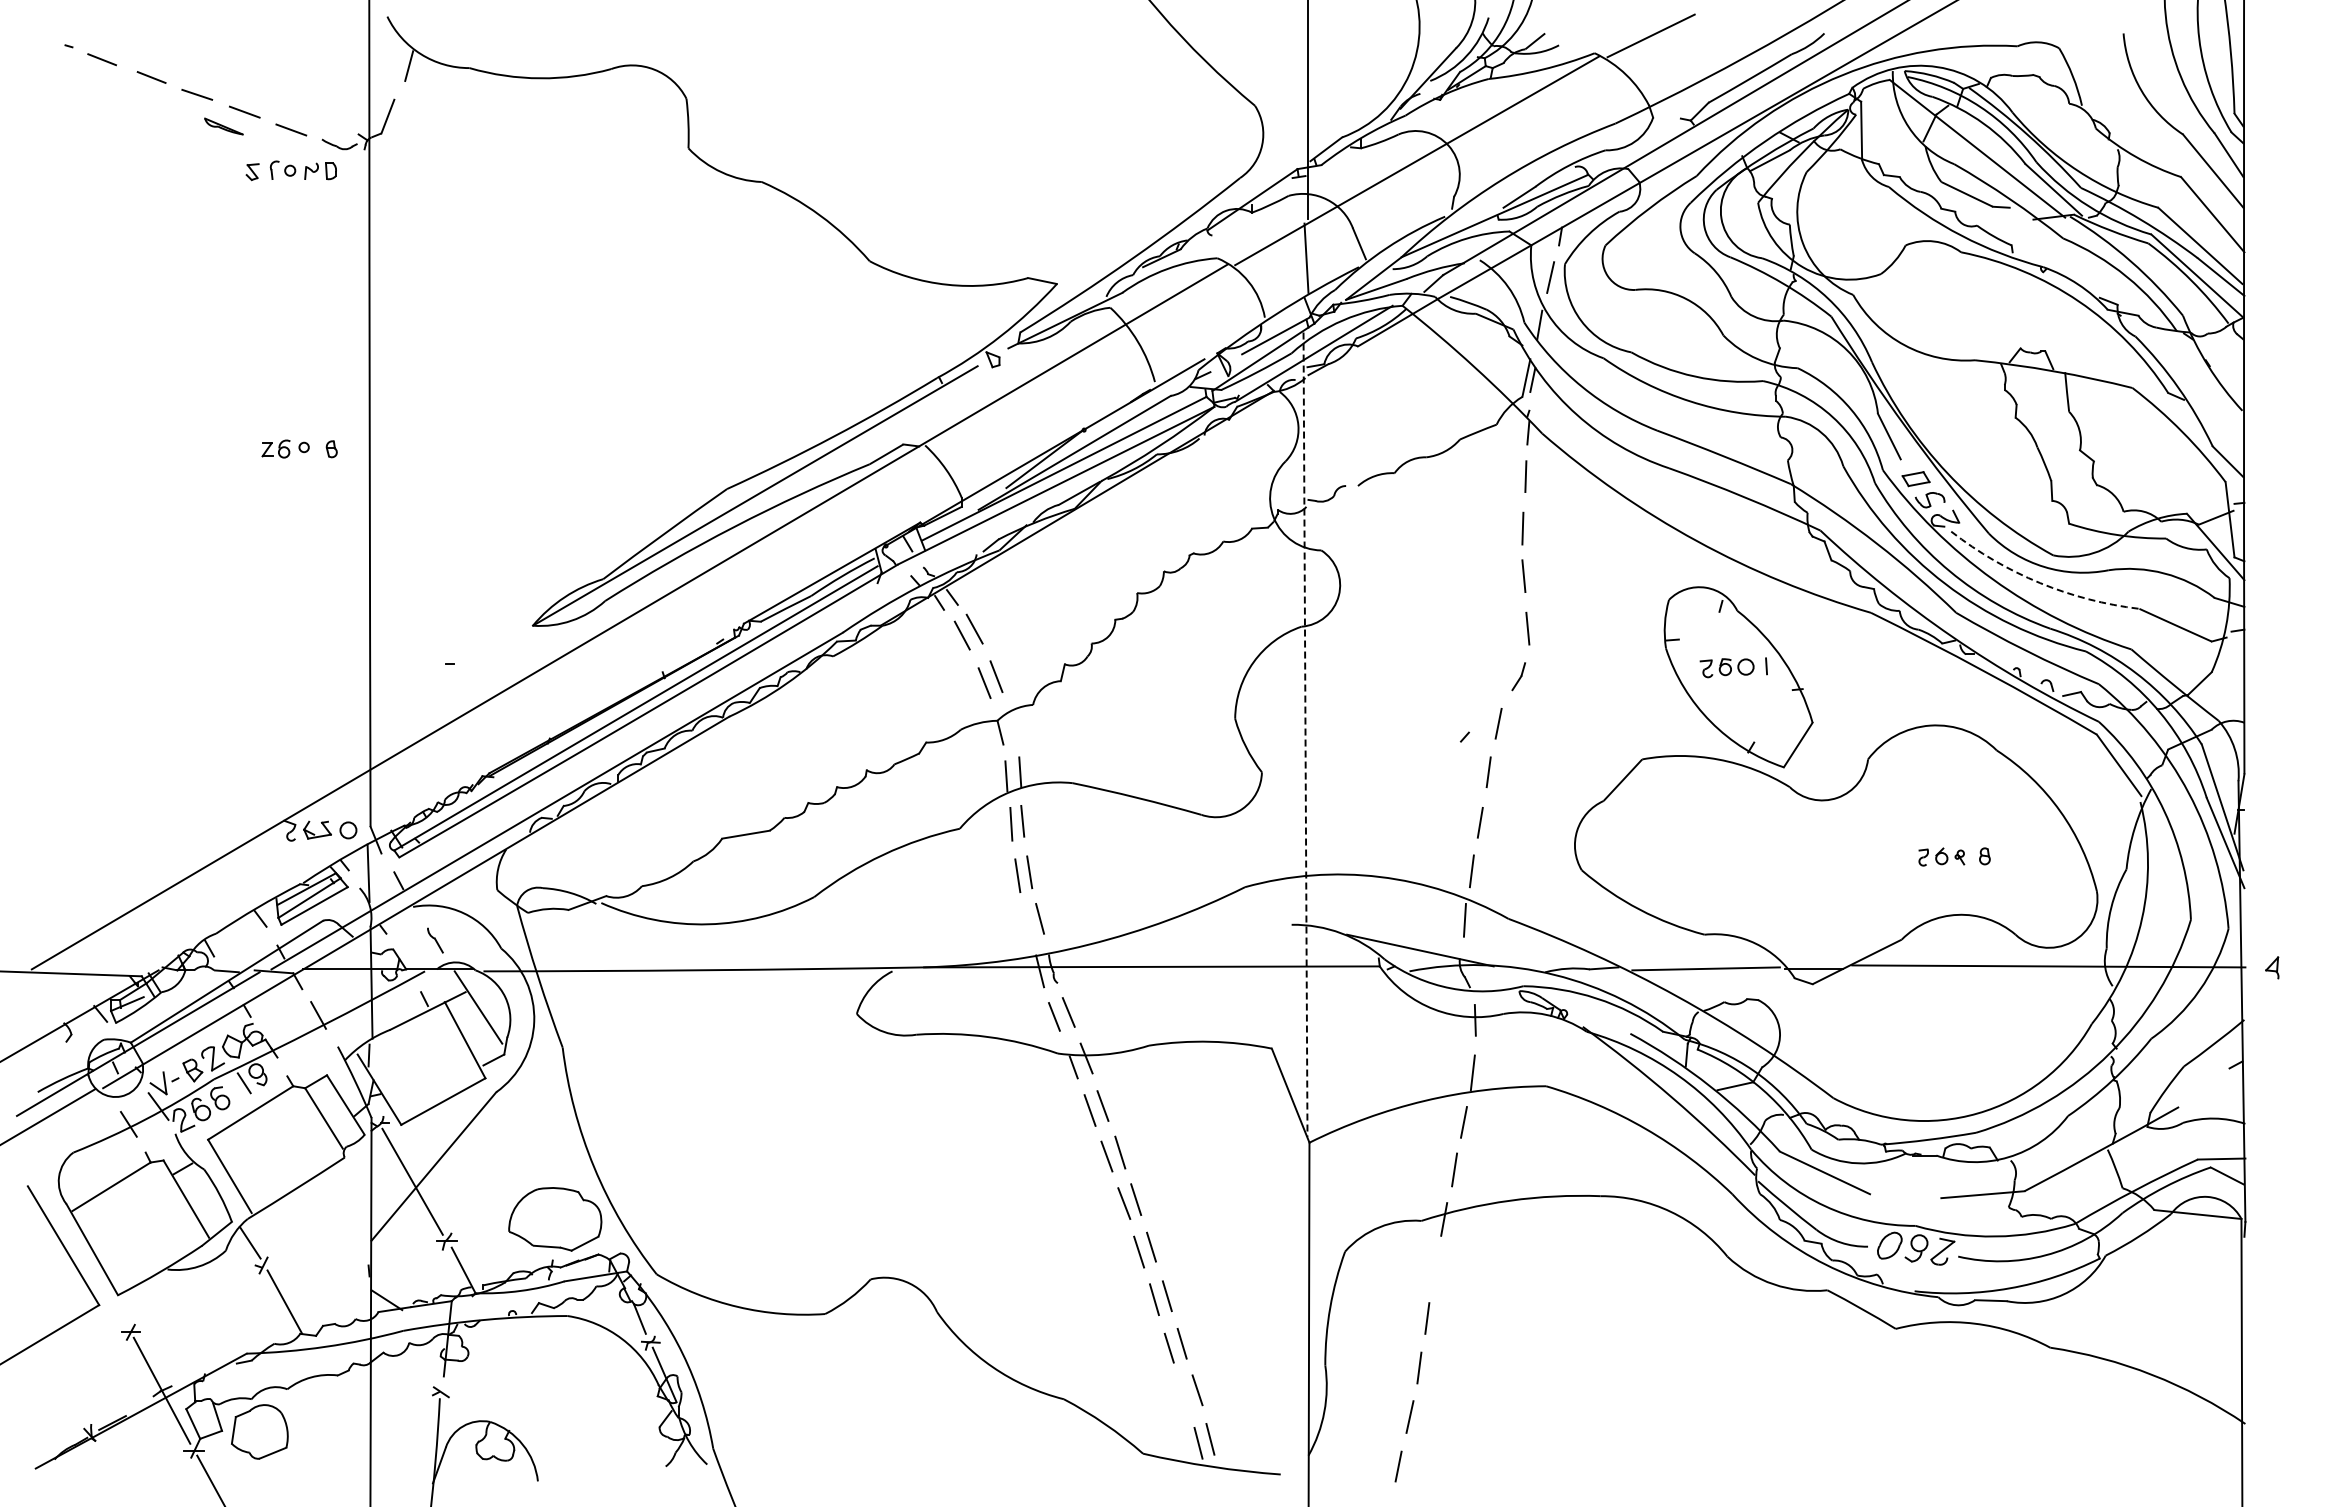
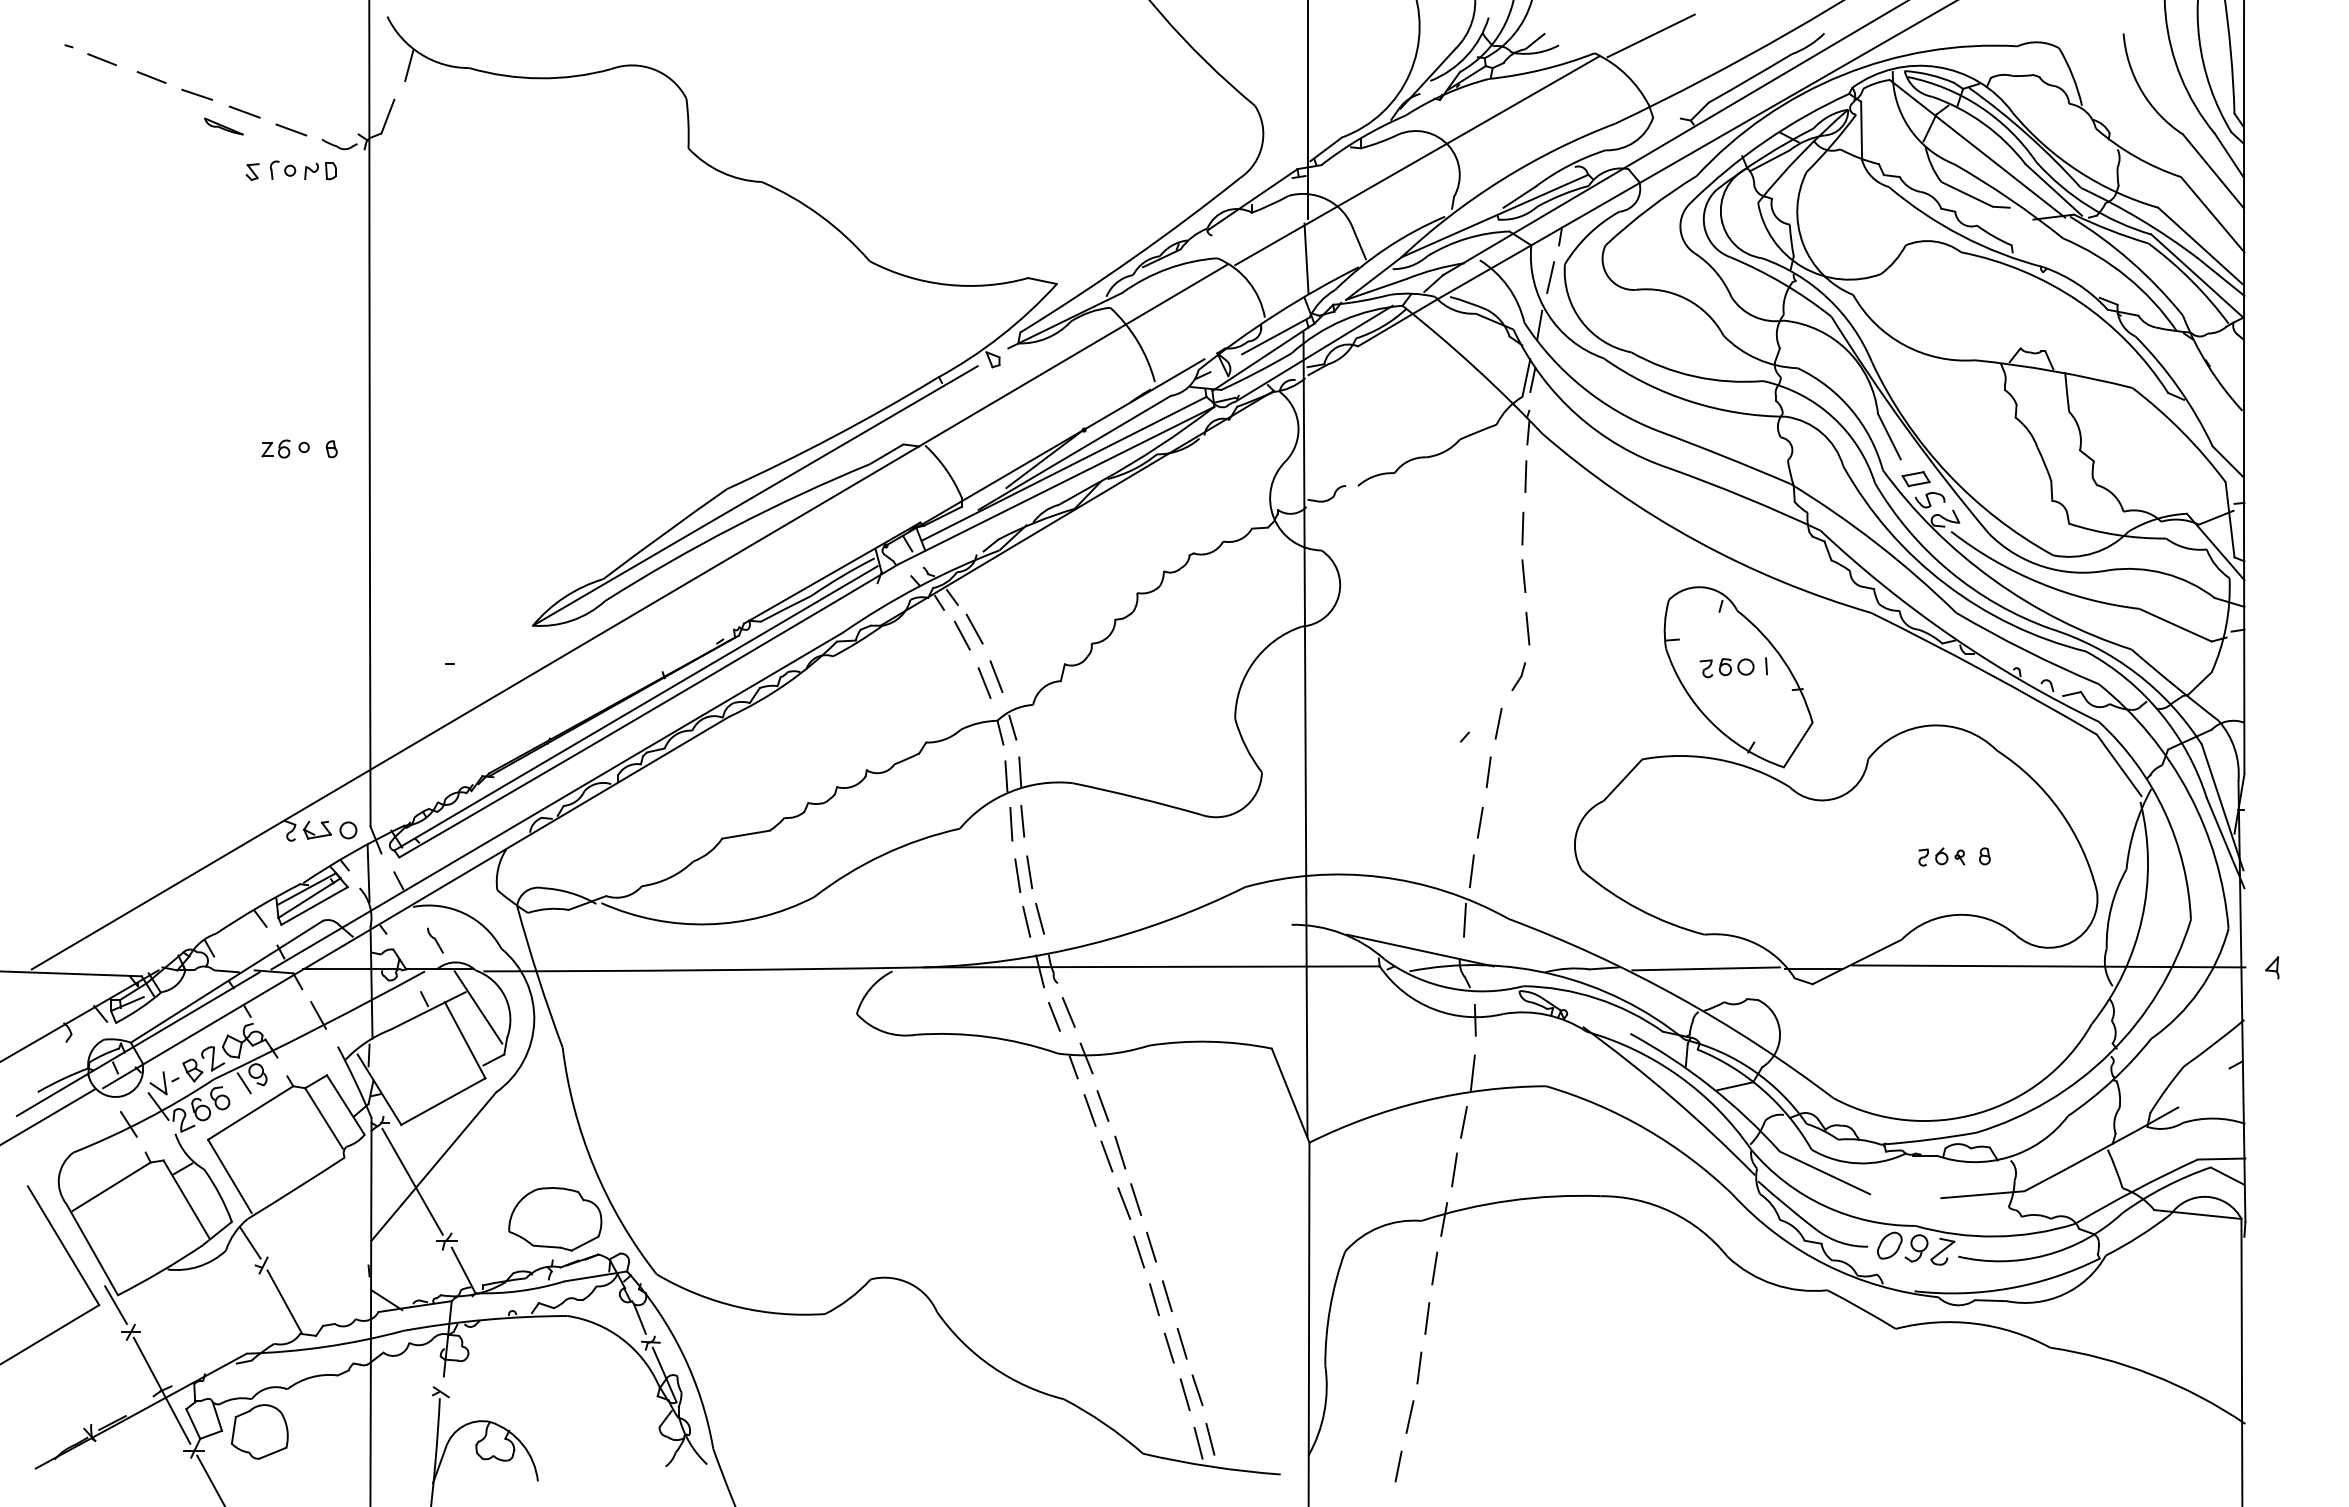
arc at (2040, 583): dashed -> solid
line at (1012, 727): none -> present
line at (1305, 735): dashed -> solid
line at (1026, 921): none -> present
line at (1434, 1268): none -> present
line at (115, 1304): none -> present
line at (1184, 1394): none -> present
